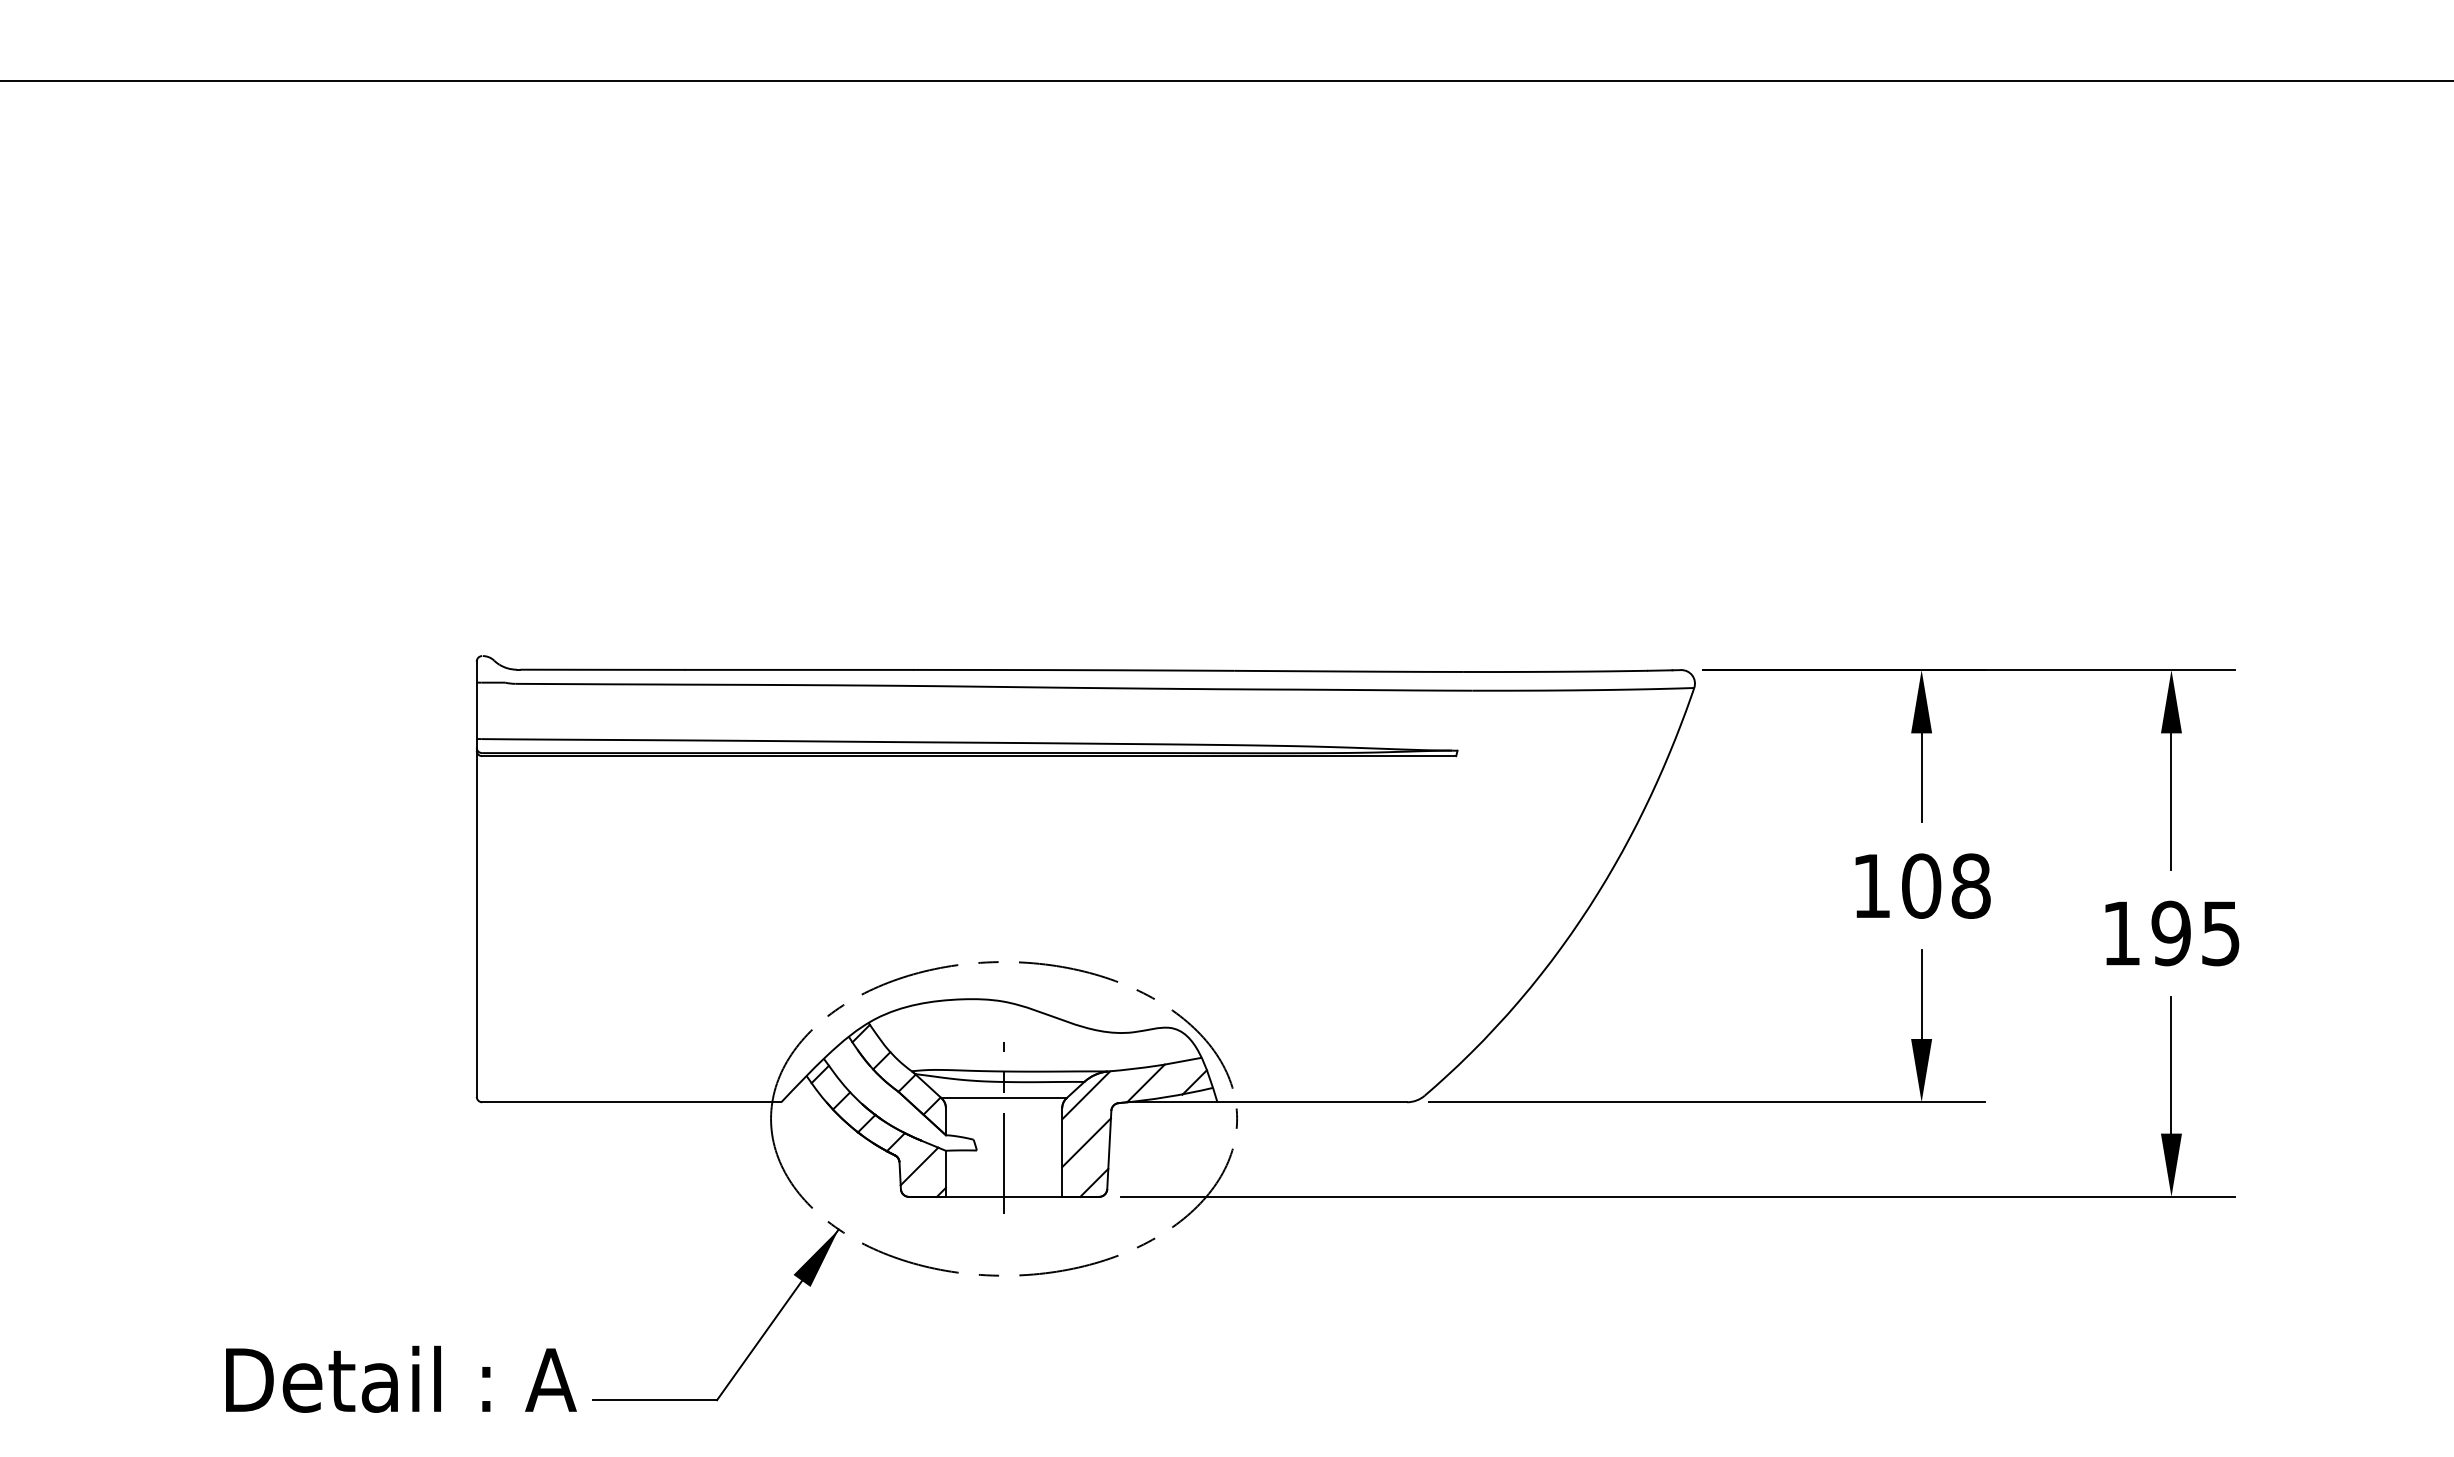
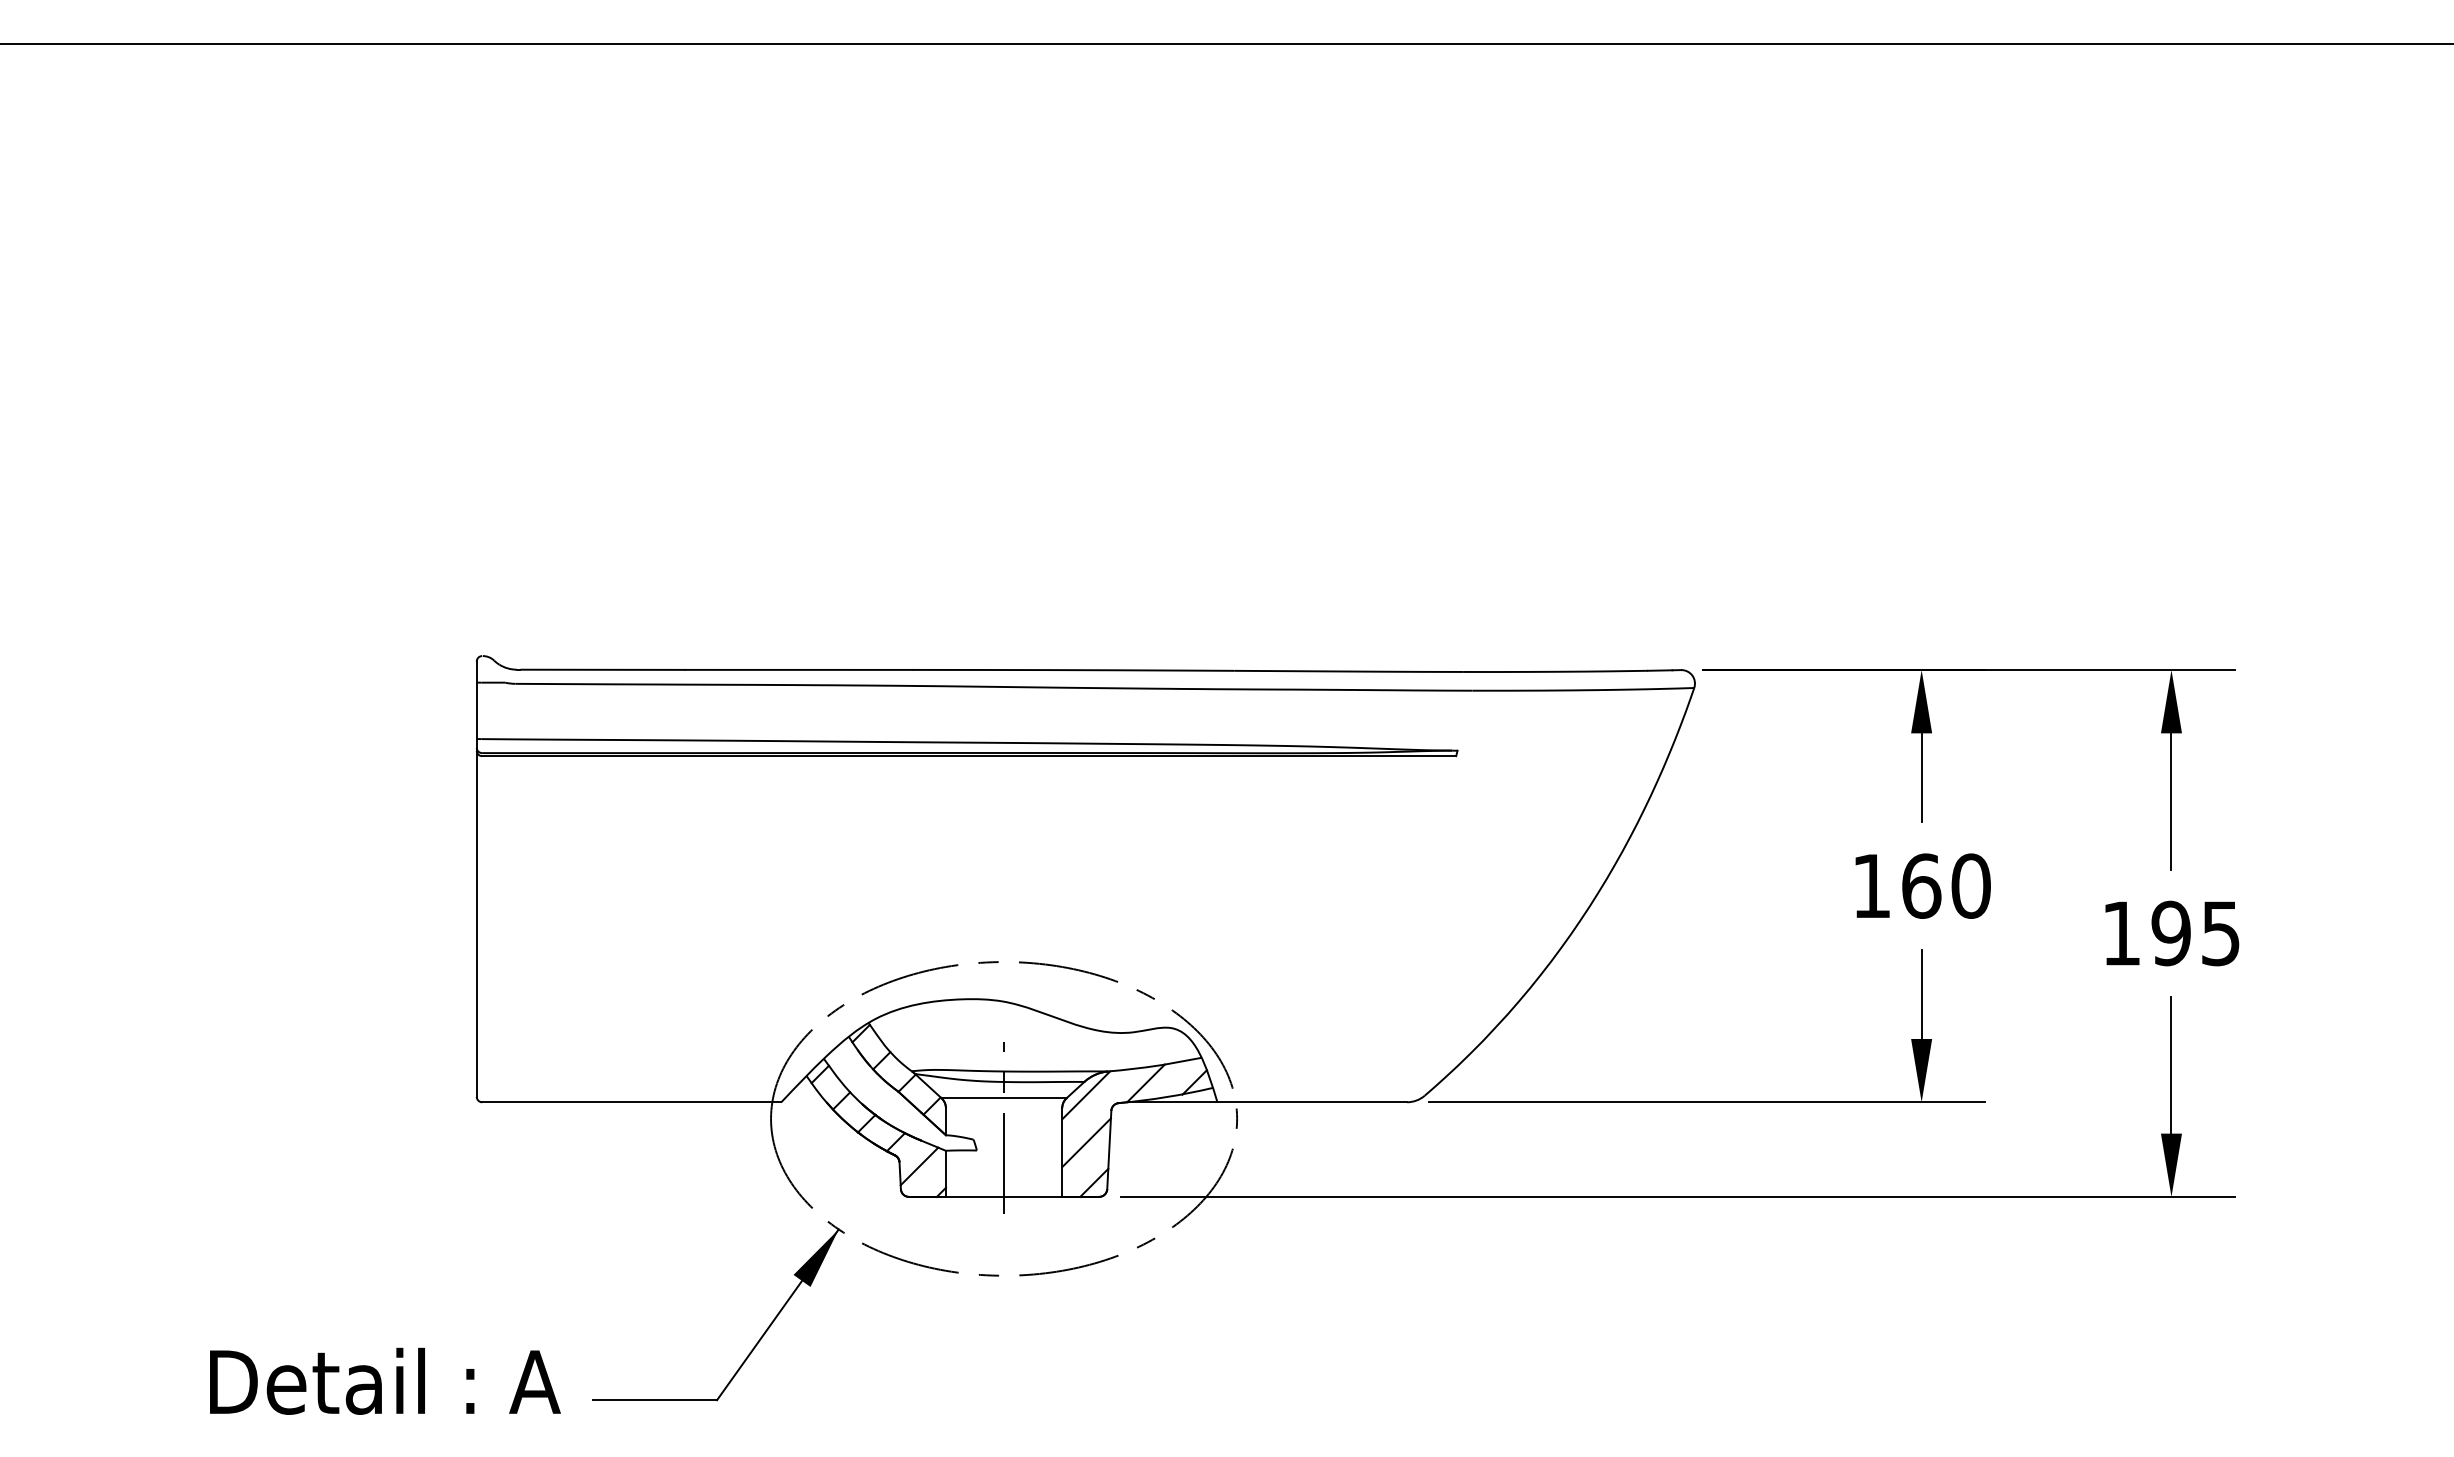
line at (1226, 80) position: (1226, 80) -> (1226, 43)
text at (1946, 885): 108 -> 160
text at (401, 1378) position: (401, 1378) -> (385, 1380)
